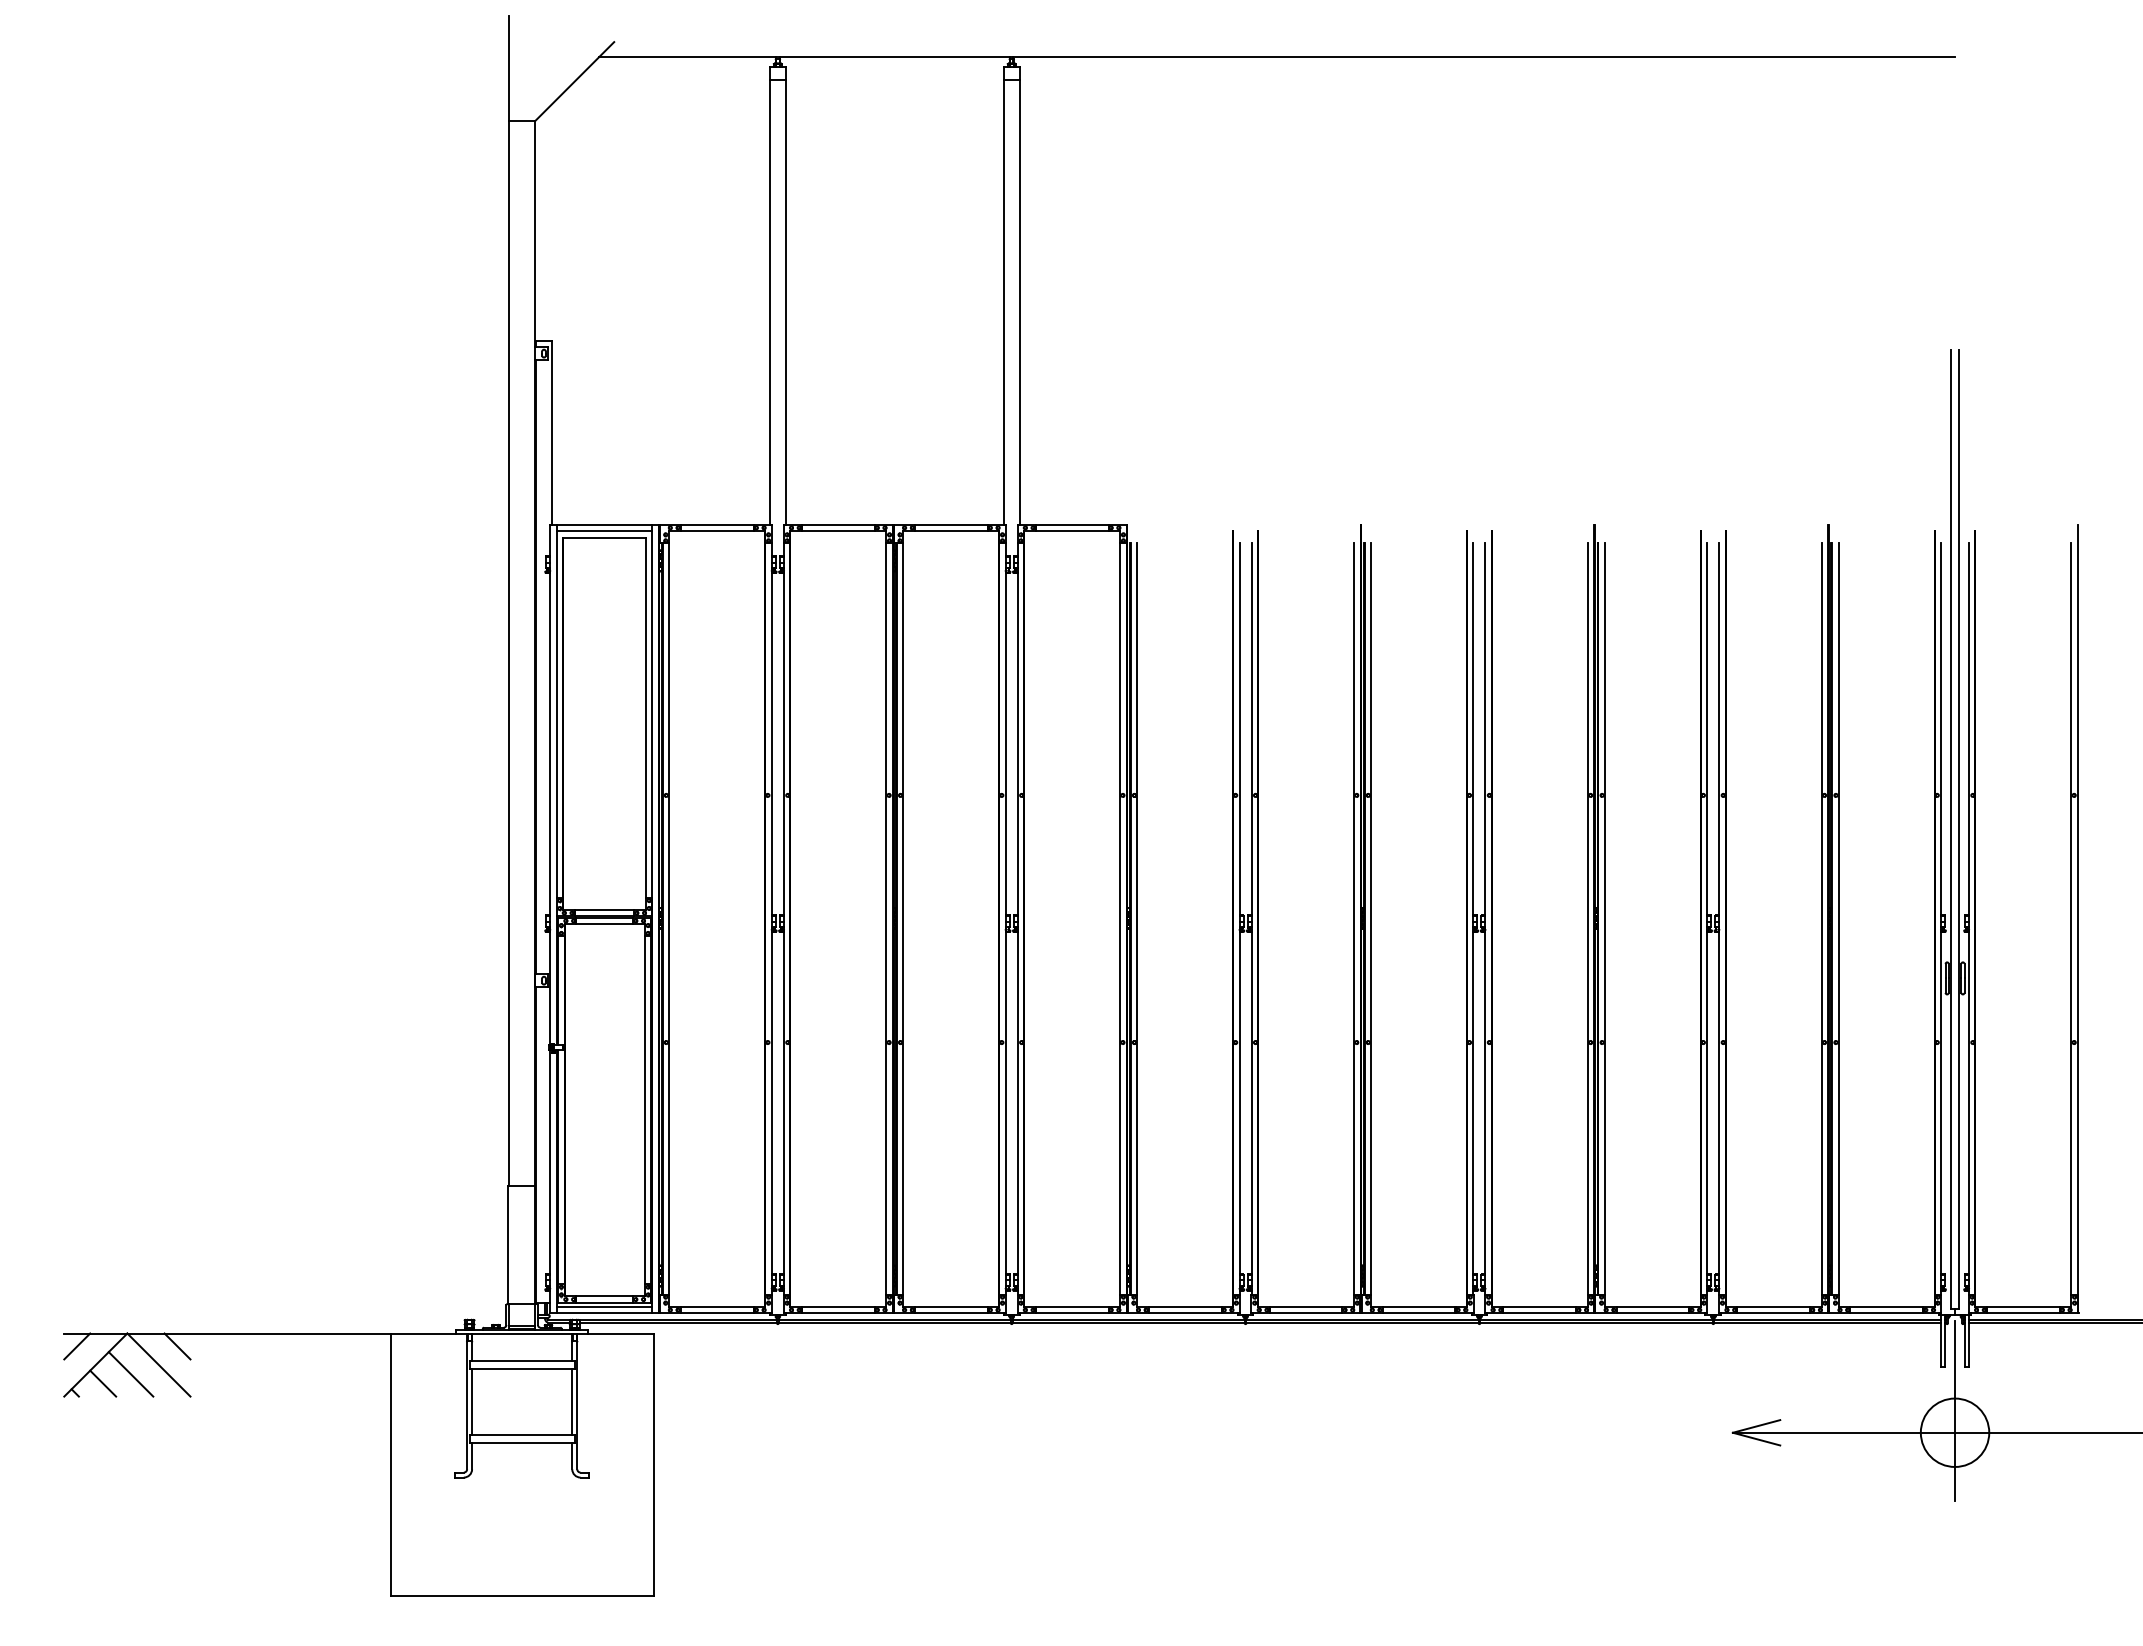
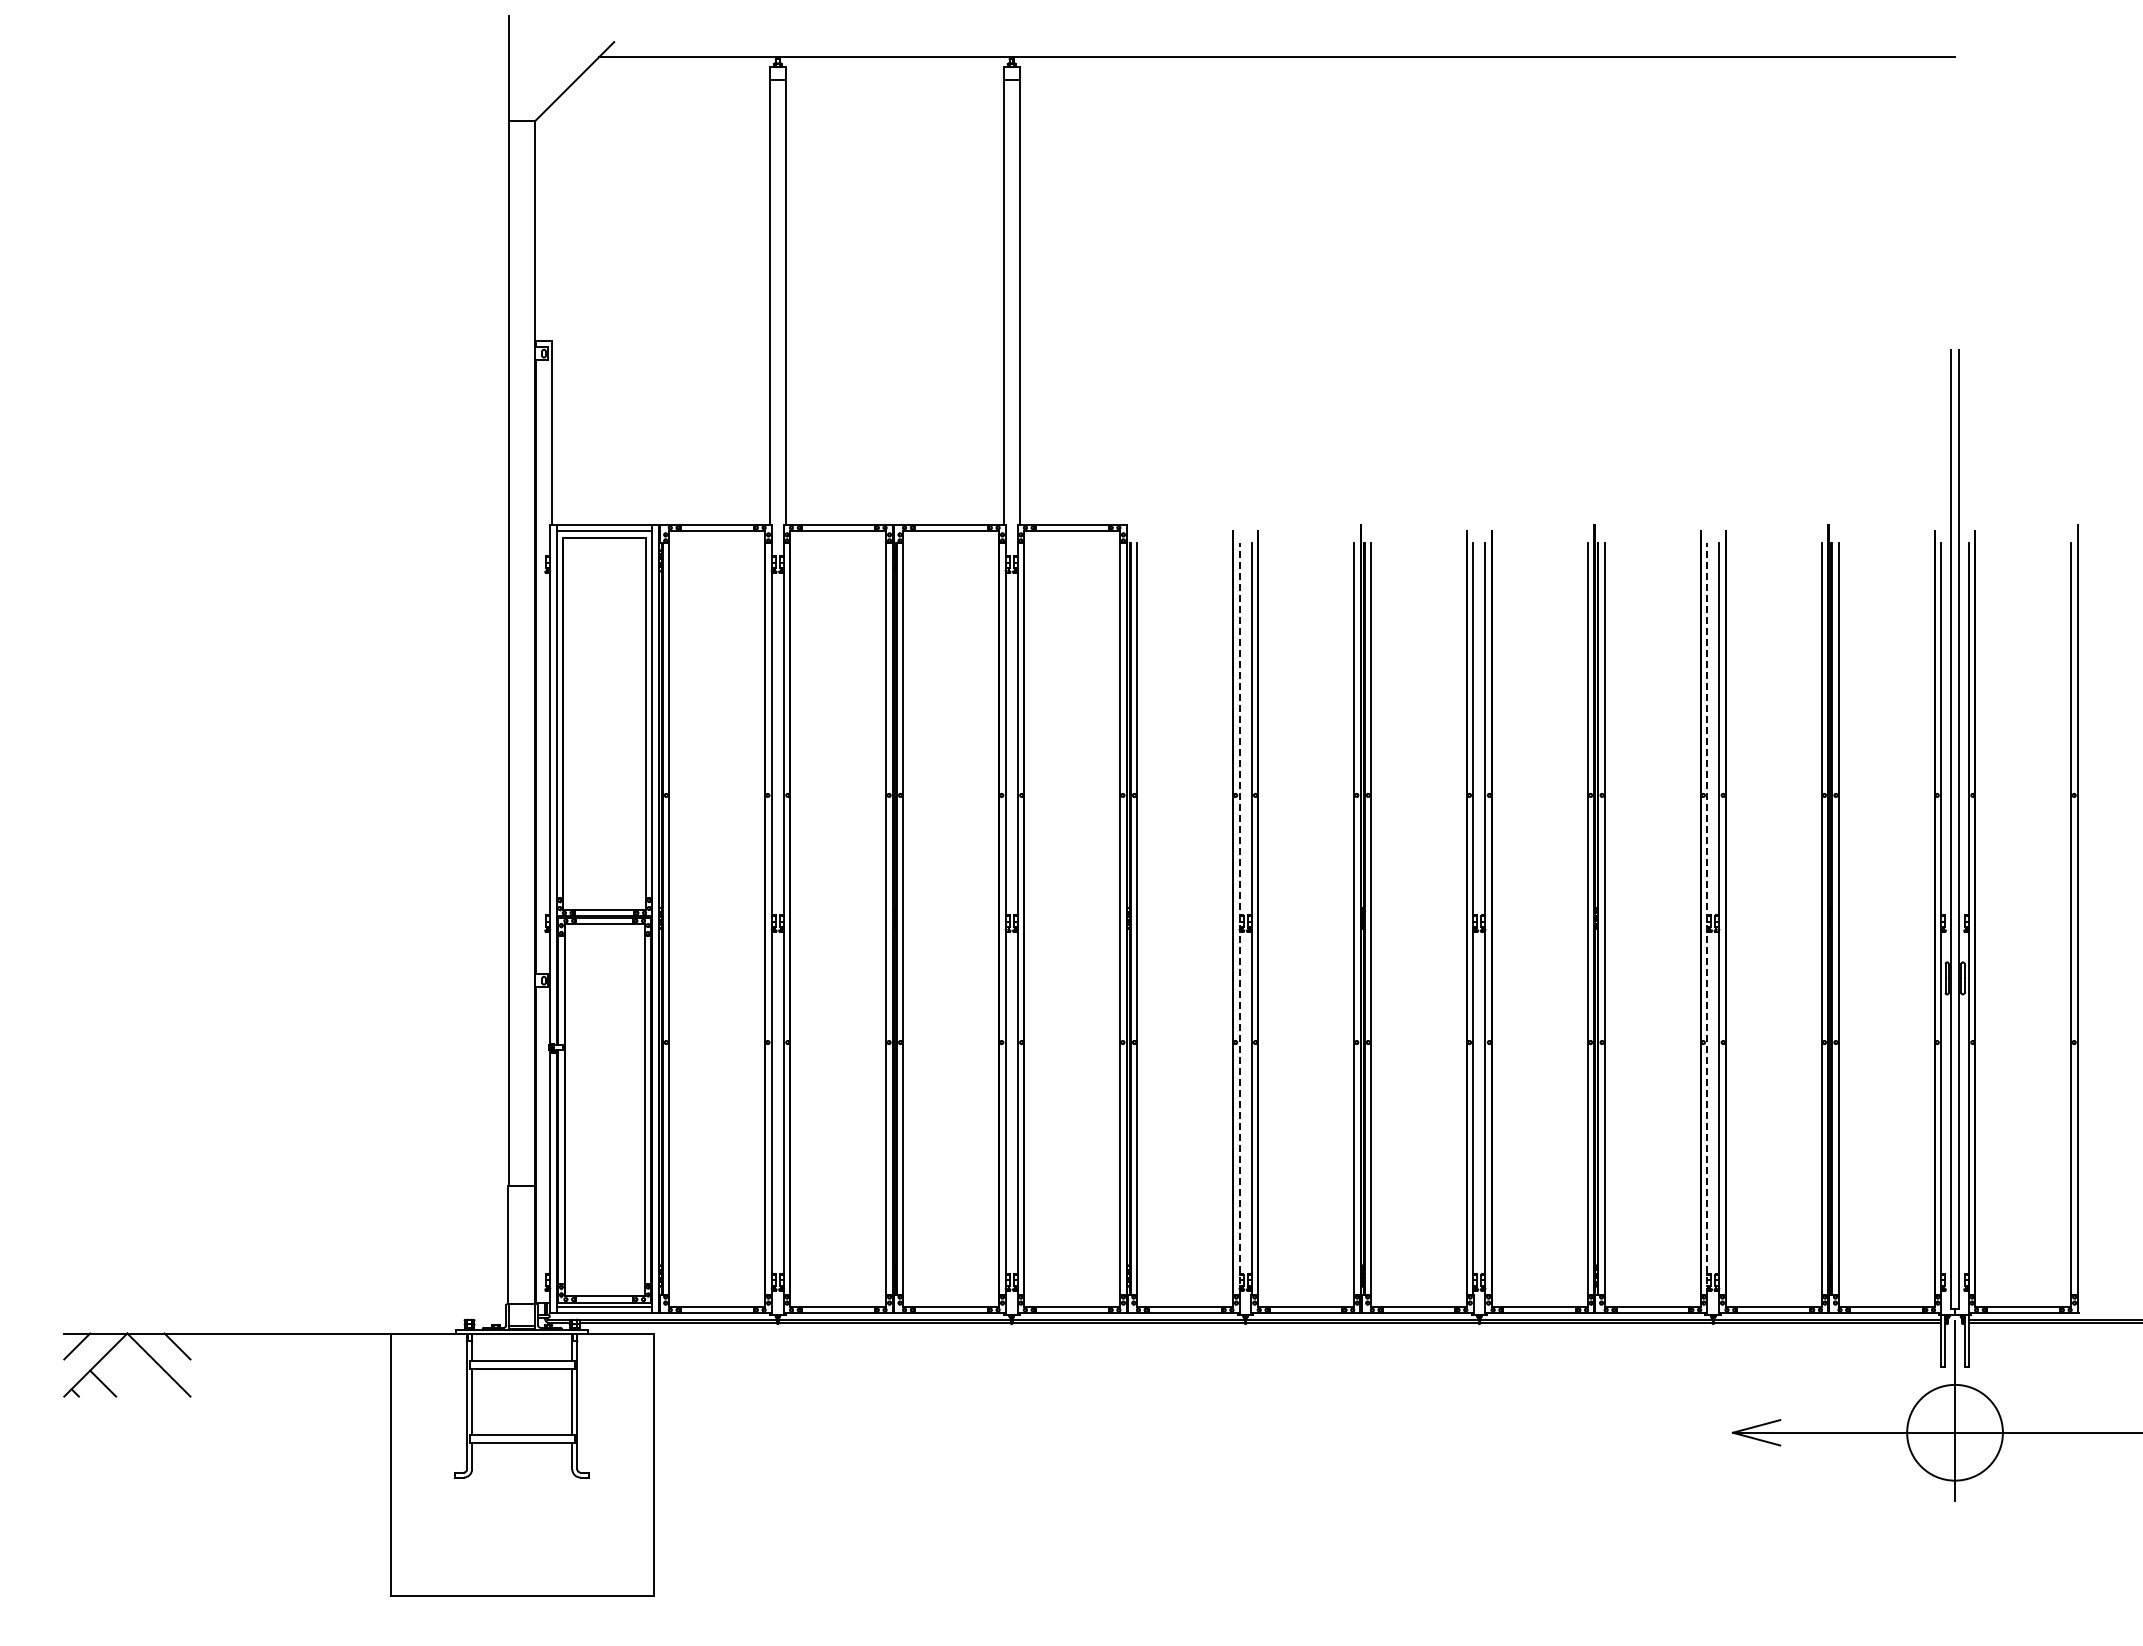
line at (1239, 919): solid -> dashed
line at (1707, 919): solid -> dashed
line at (130, 1374): present -> none
circle at (1954, 1432) diameter: 68 px -> 96 px
